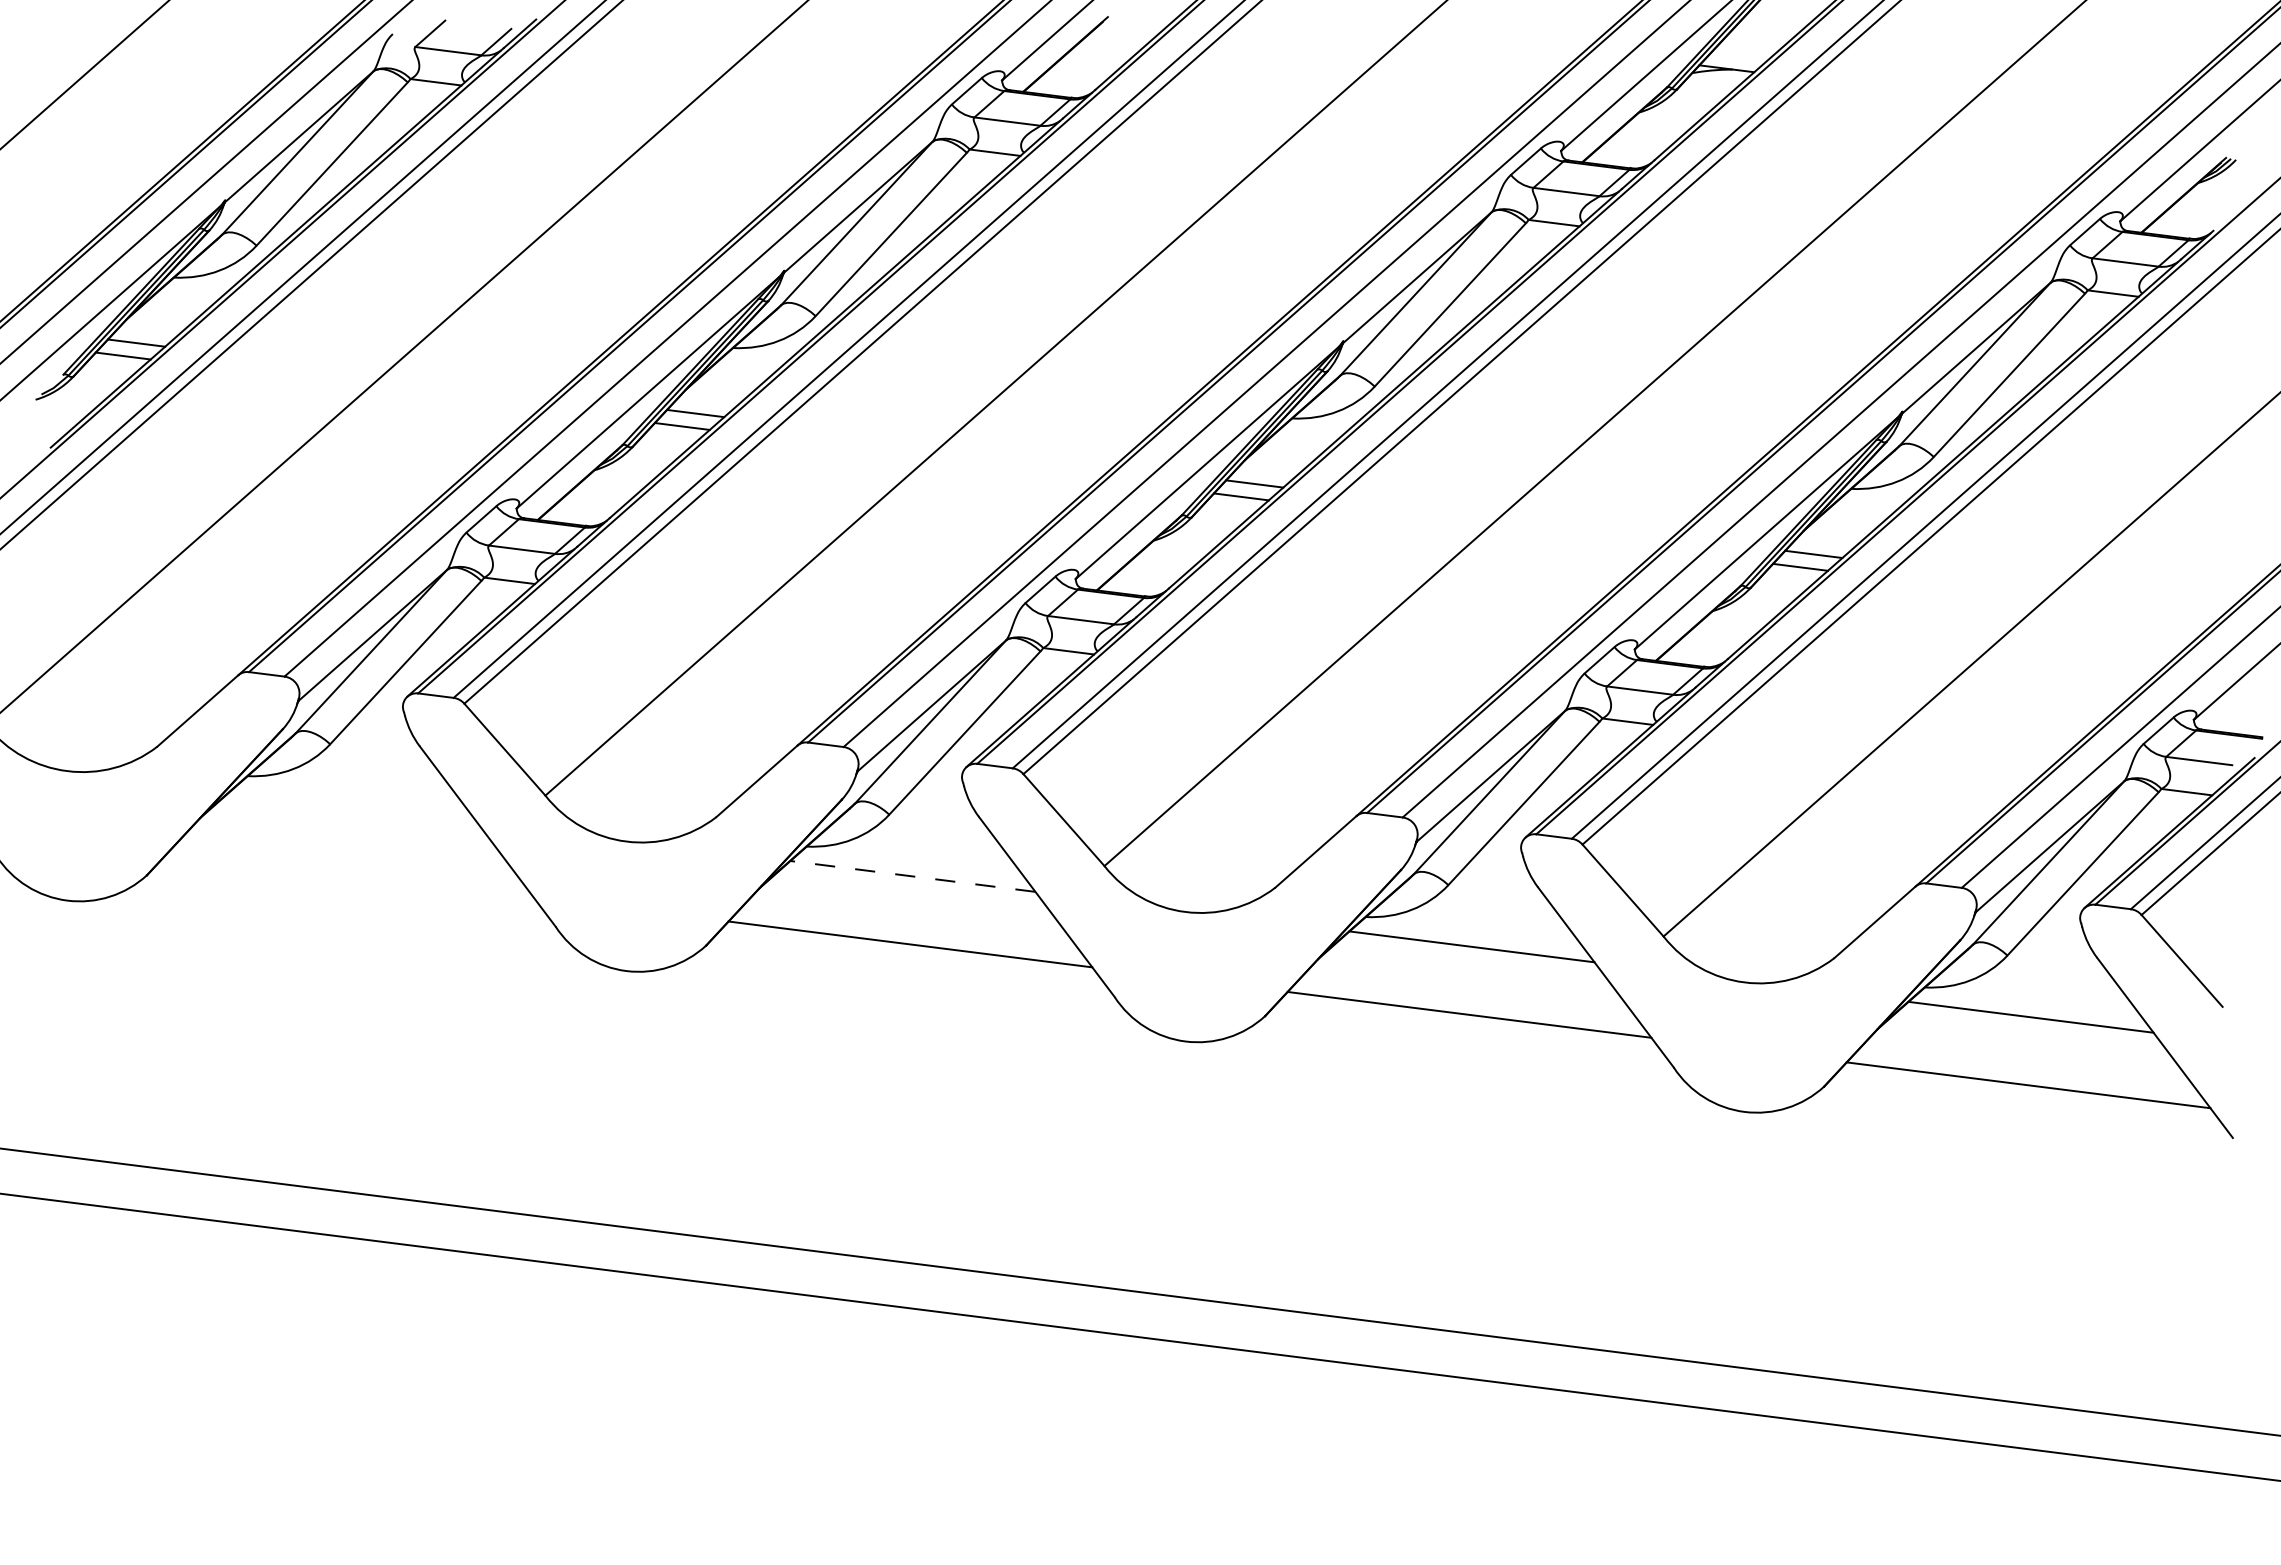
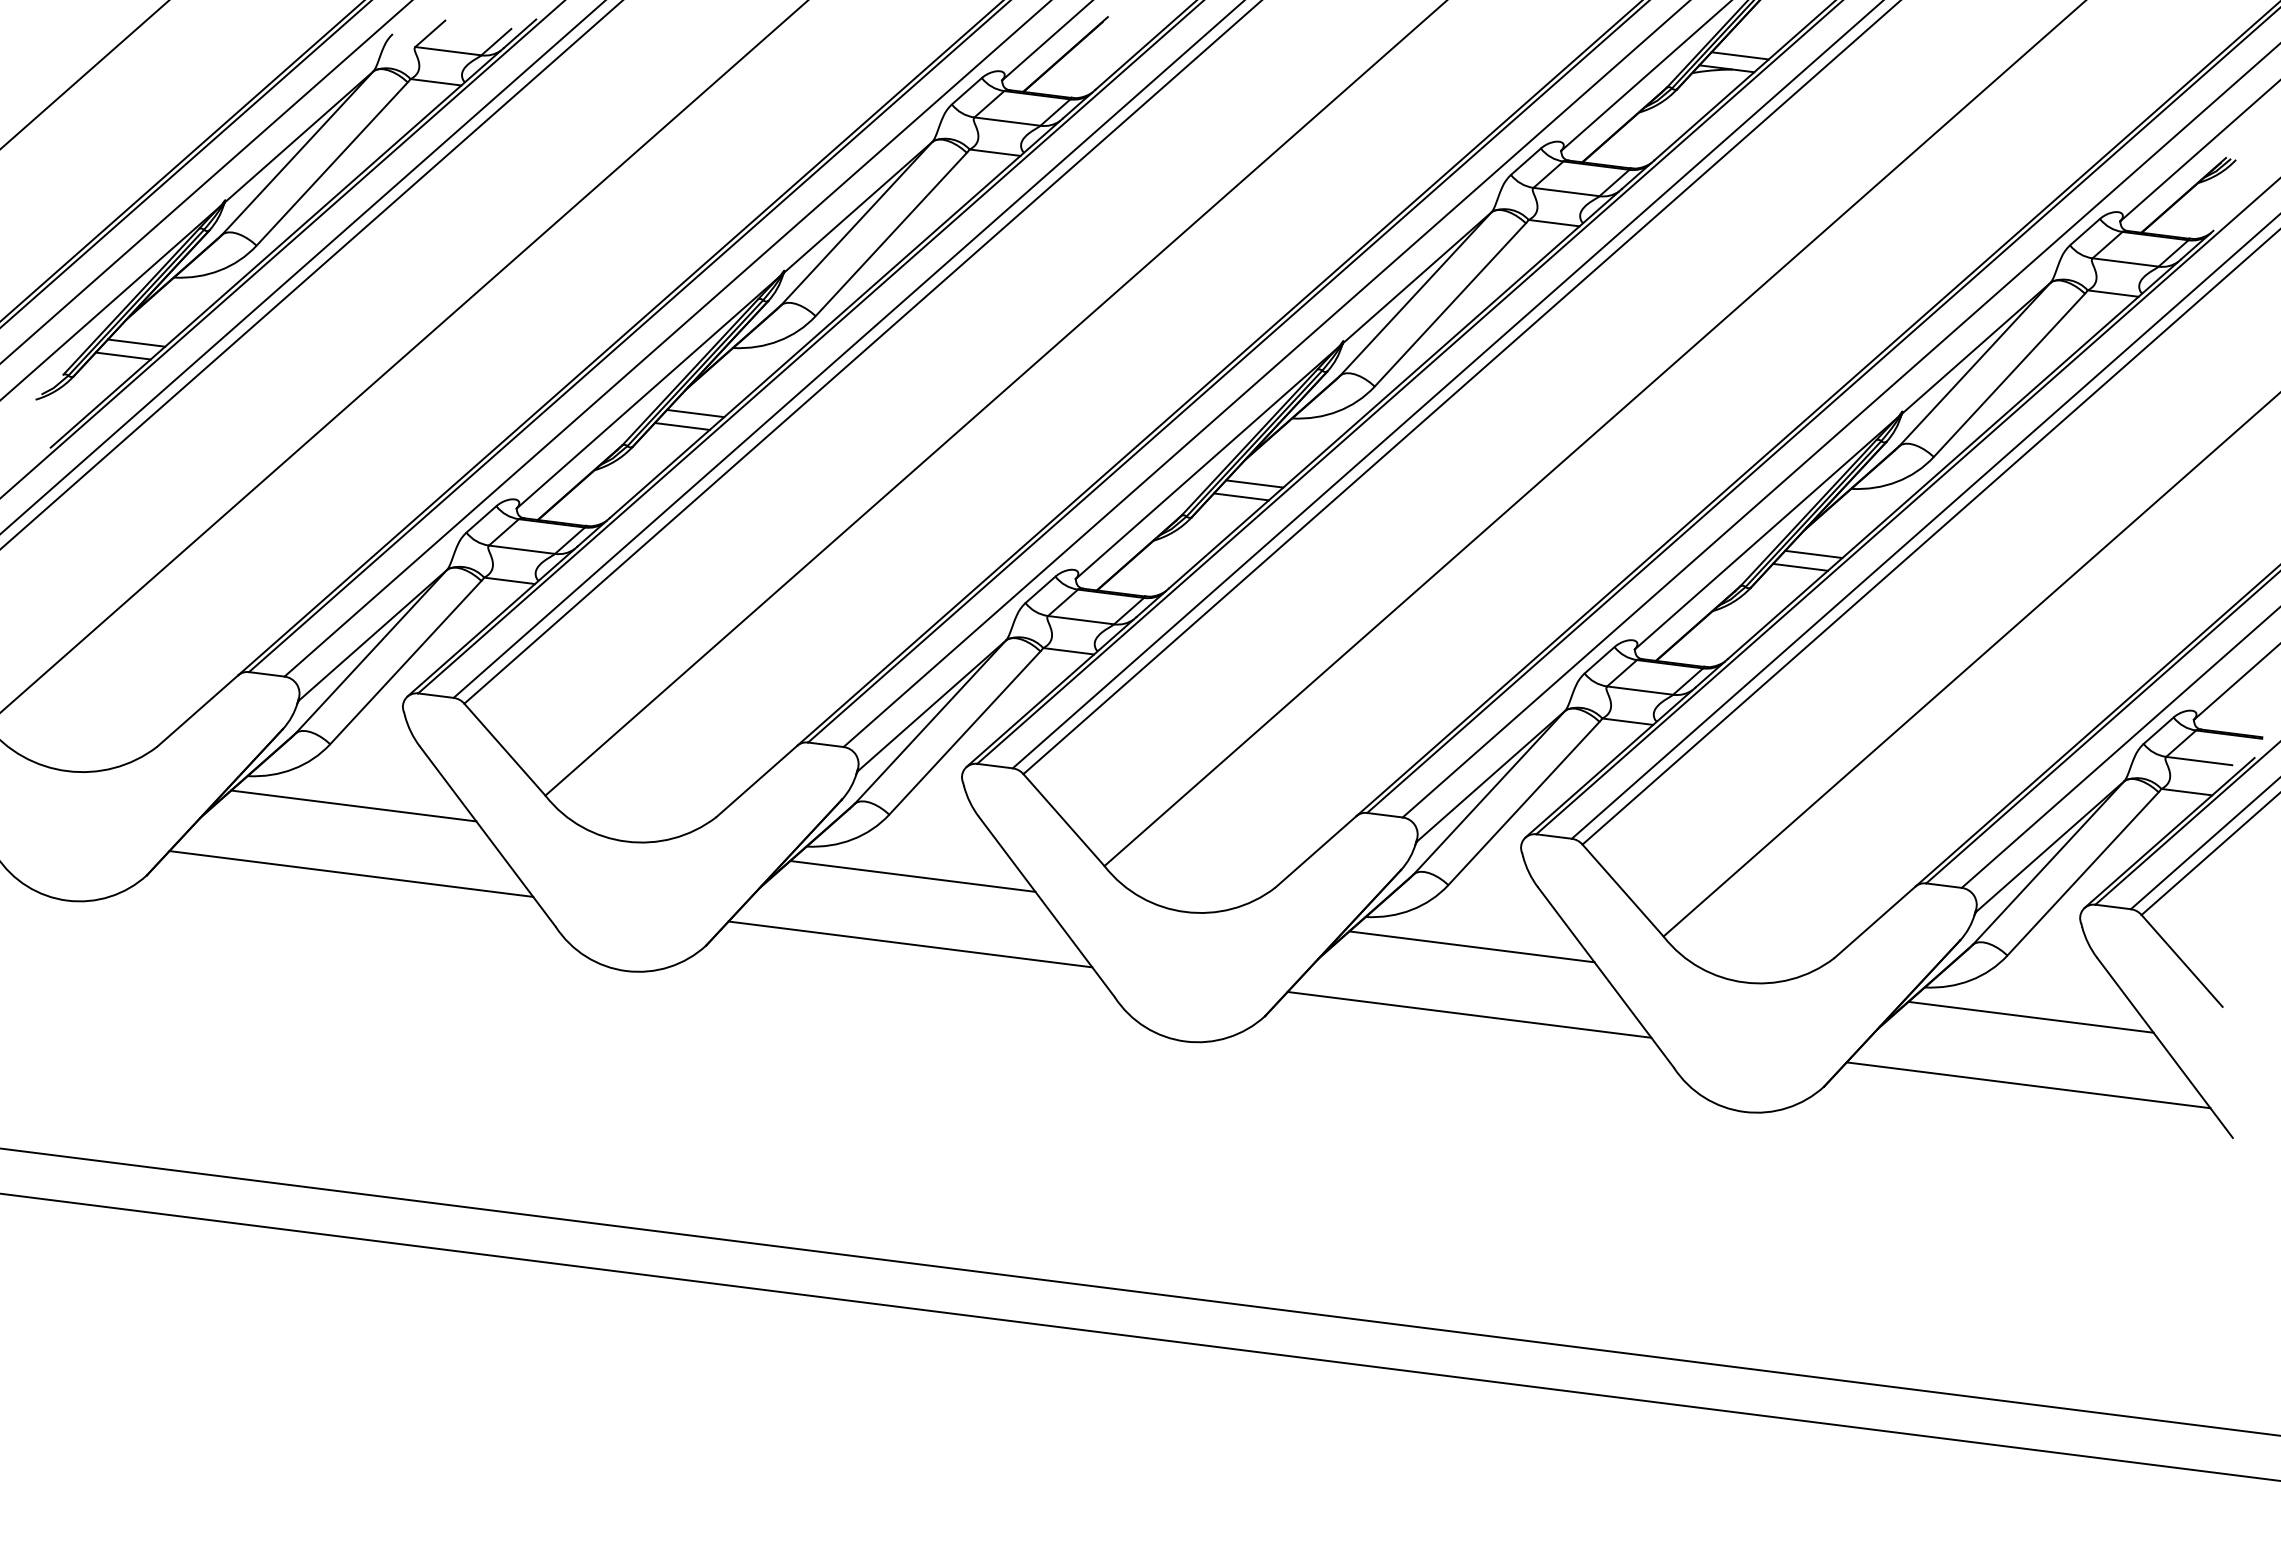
line at (1739, 55): none -> present
line at (353, 805): none -> present
line at (351, 873): none -> present
line at (912, 876): dashed -> solid
